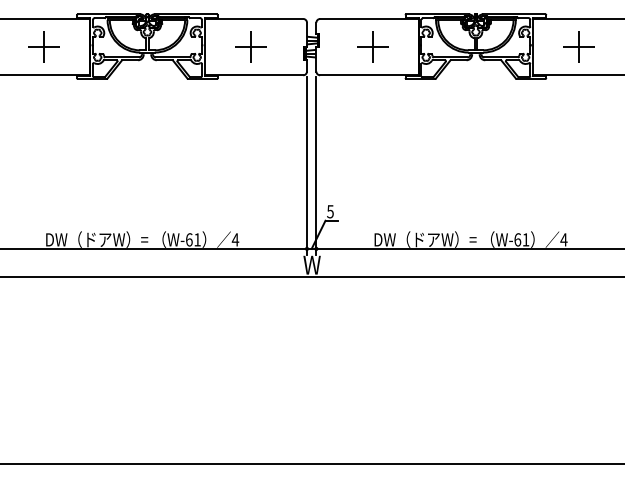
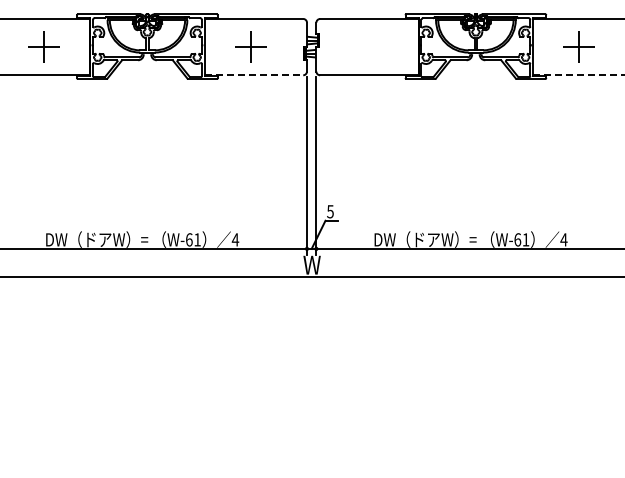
part at (372, 46): present -> none
line at (254, 75): solid -> dashed
line at (578, 75): solid -> dashed
line at (311, 463): present -> none
